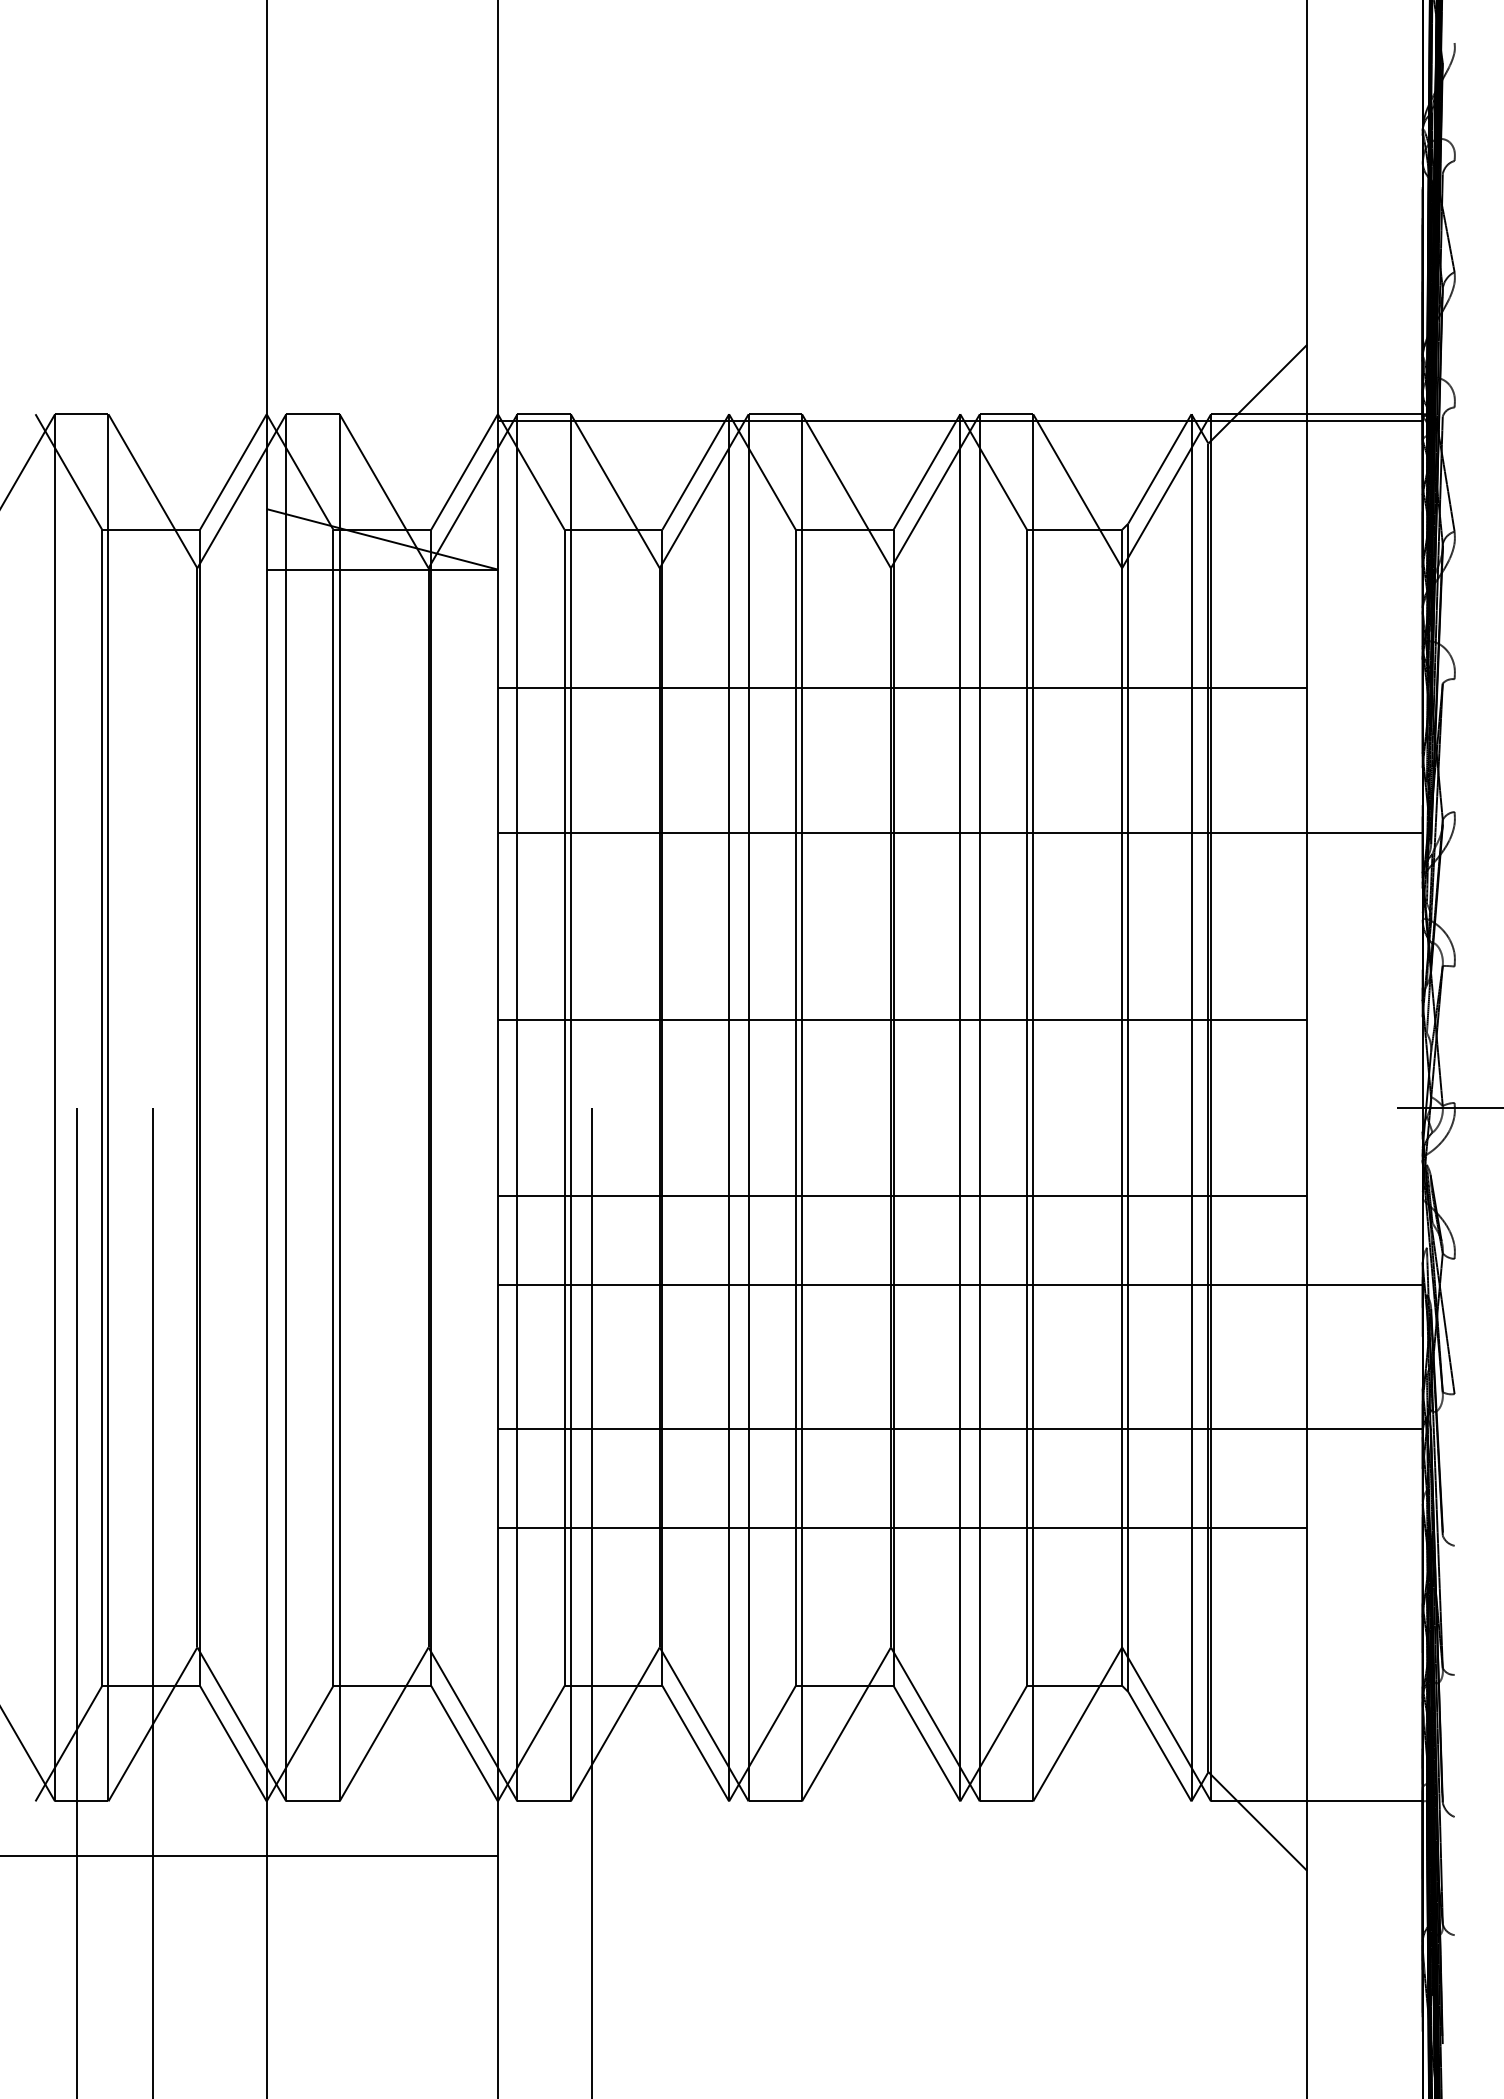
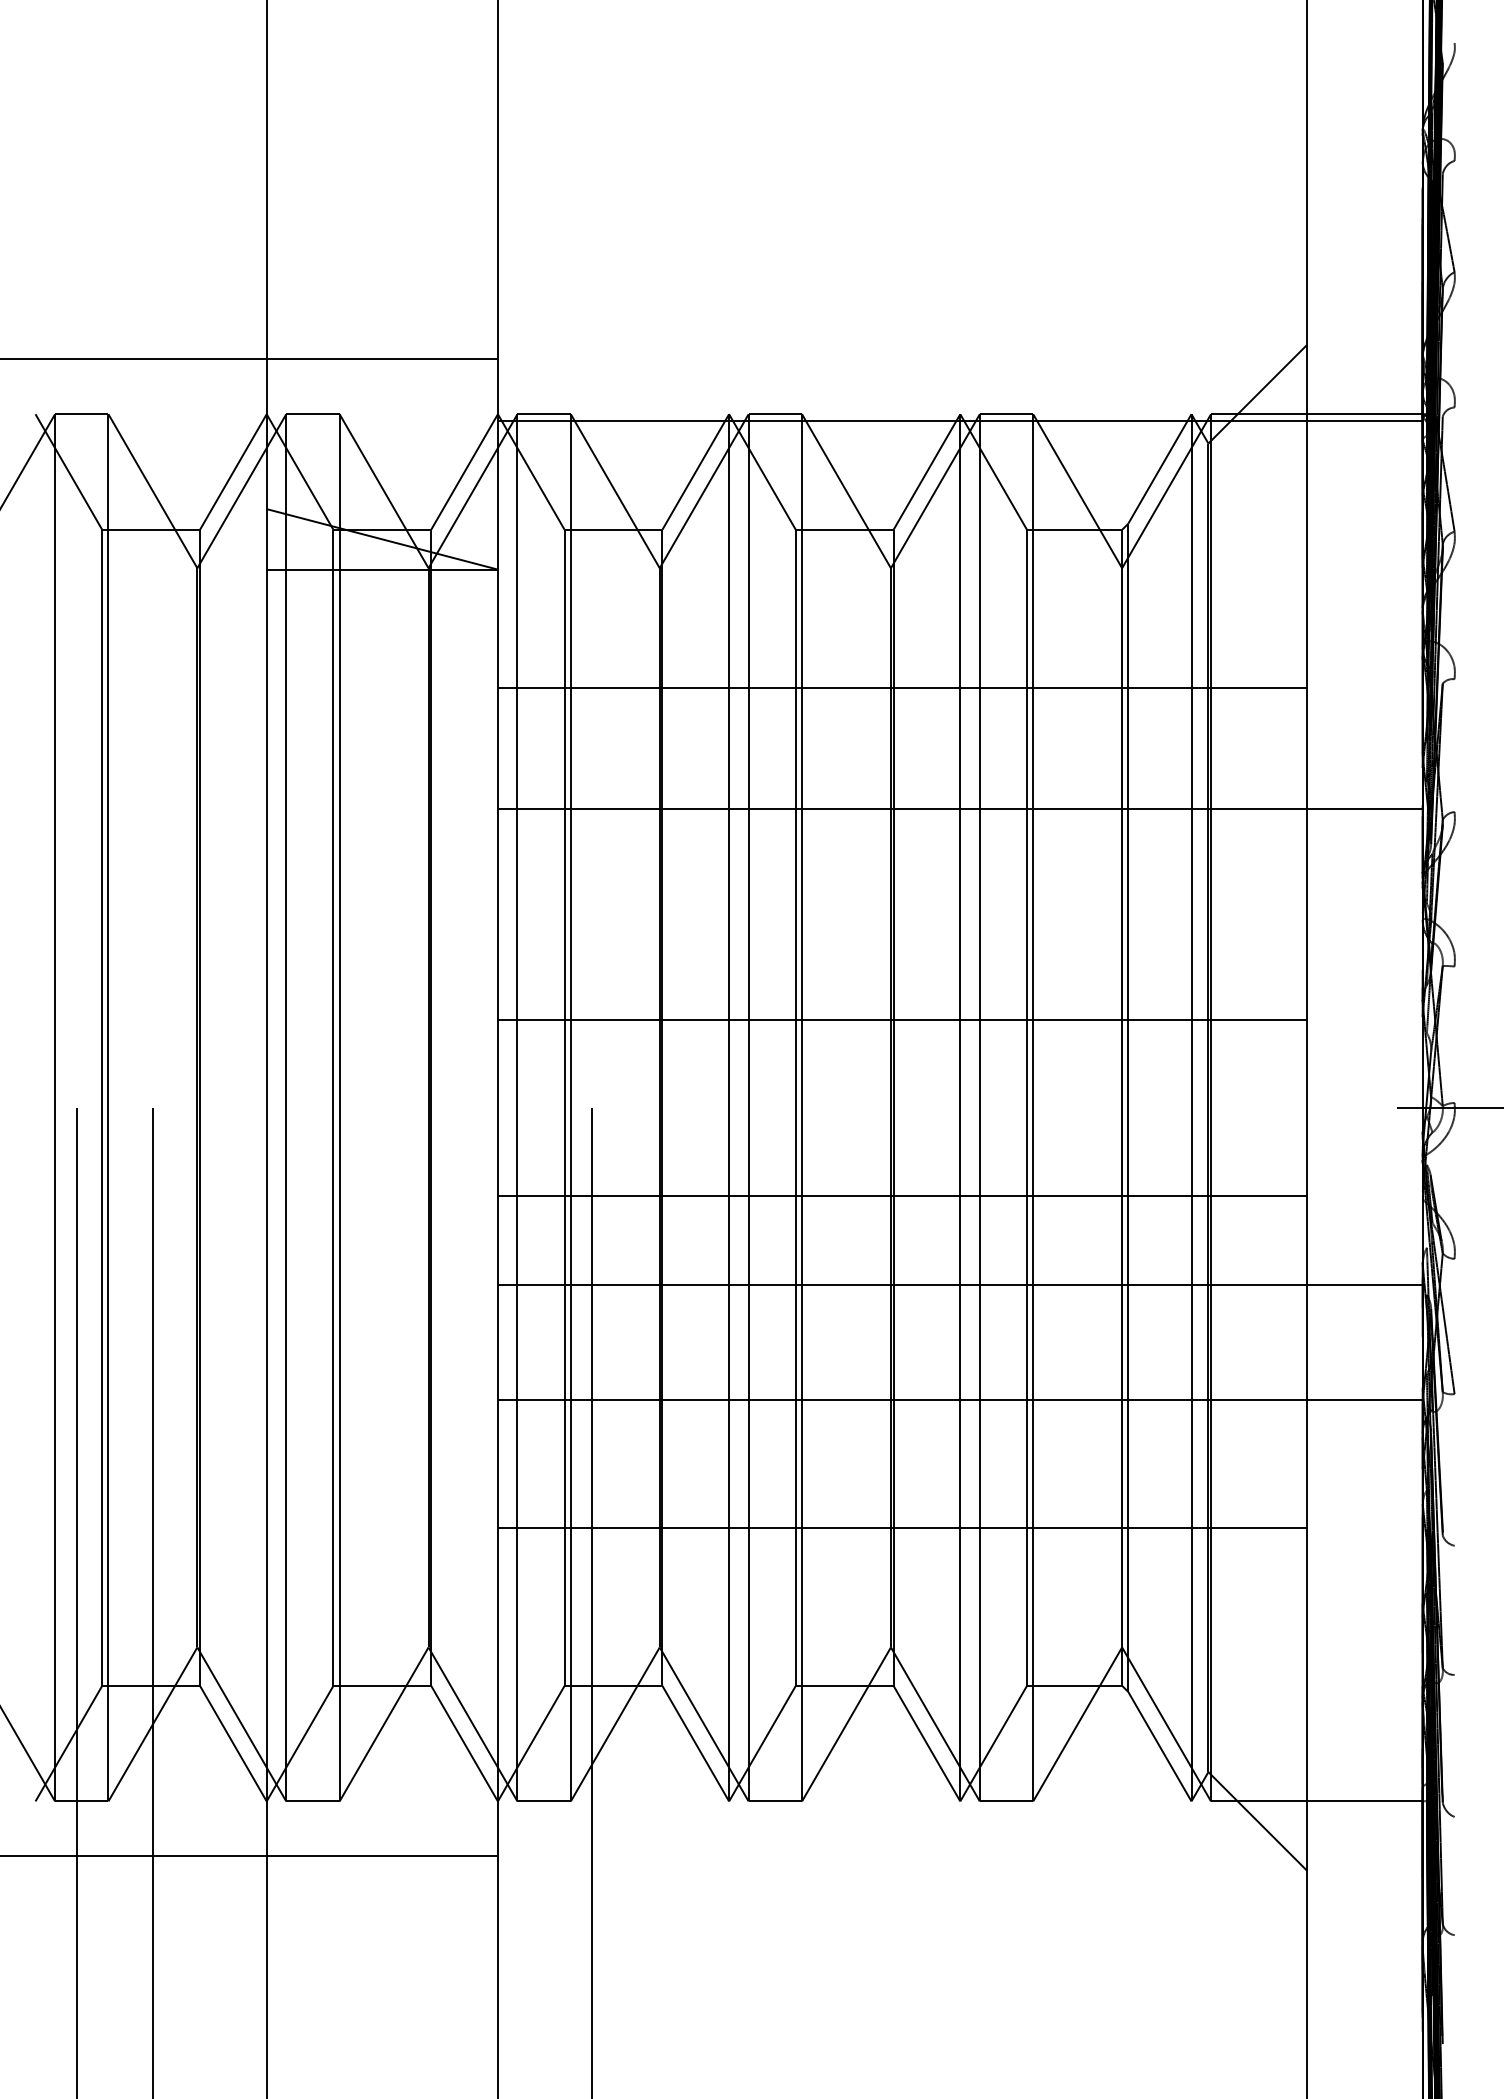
line at (249, 359): none -> present
line at (959, 832) position: (959, 832) -> (959, 808)
line at (959, 1428) position: (959, 1428) -> (959, 1399)
